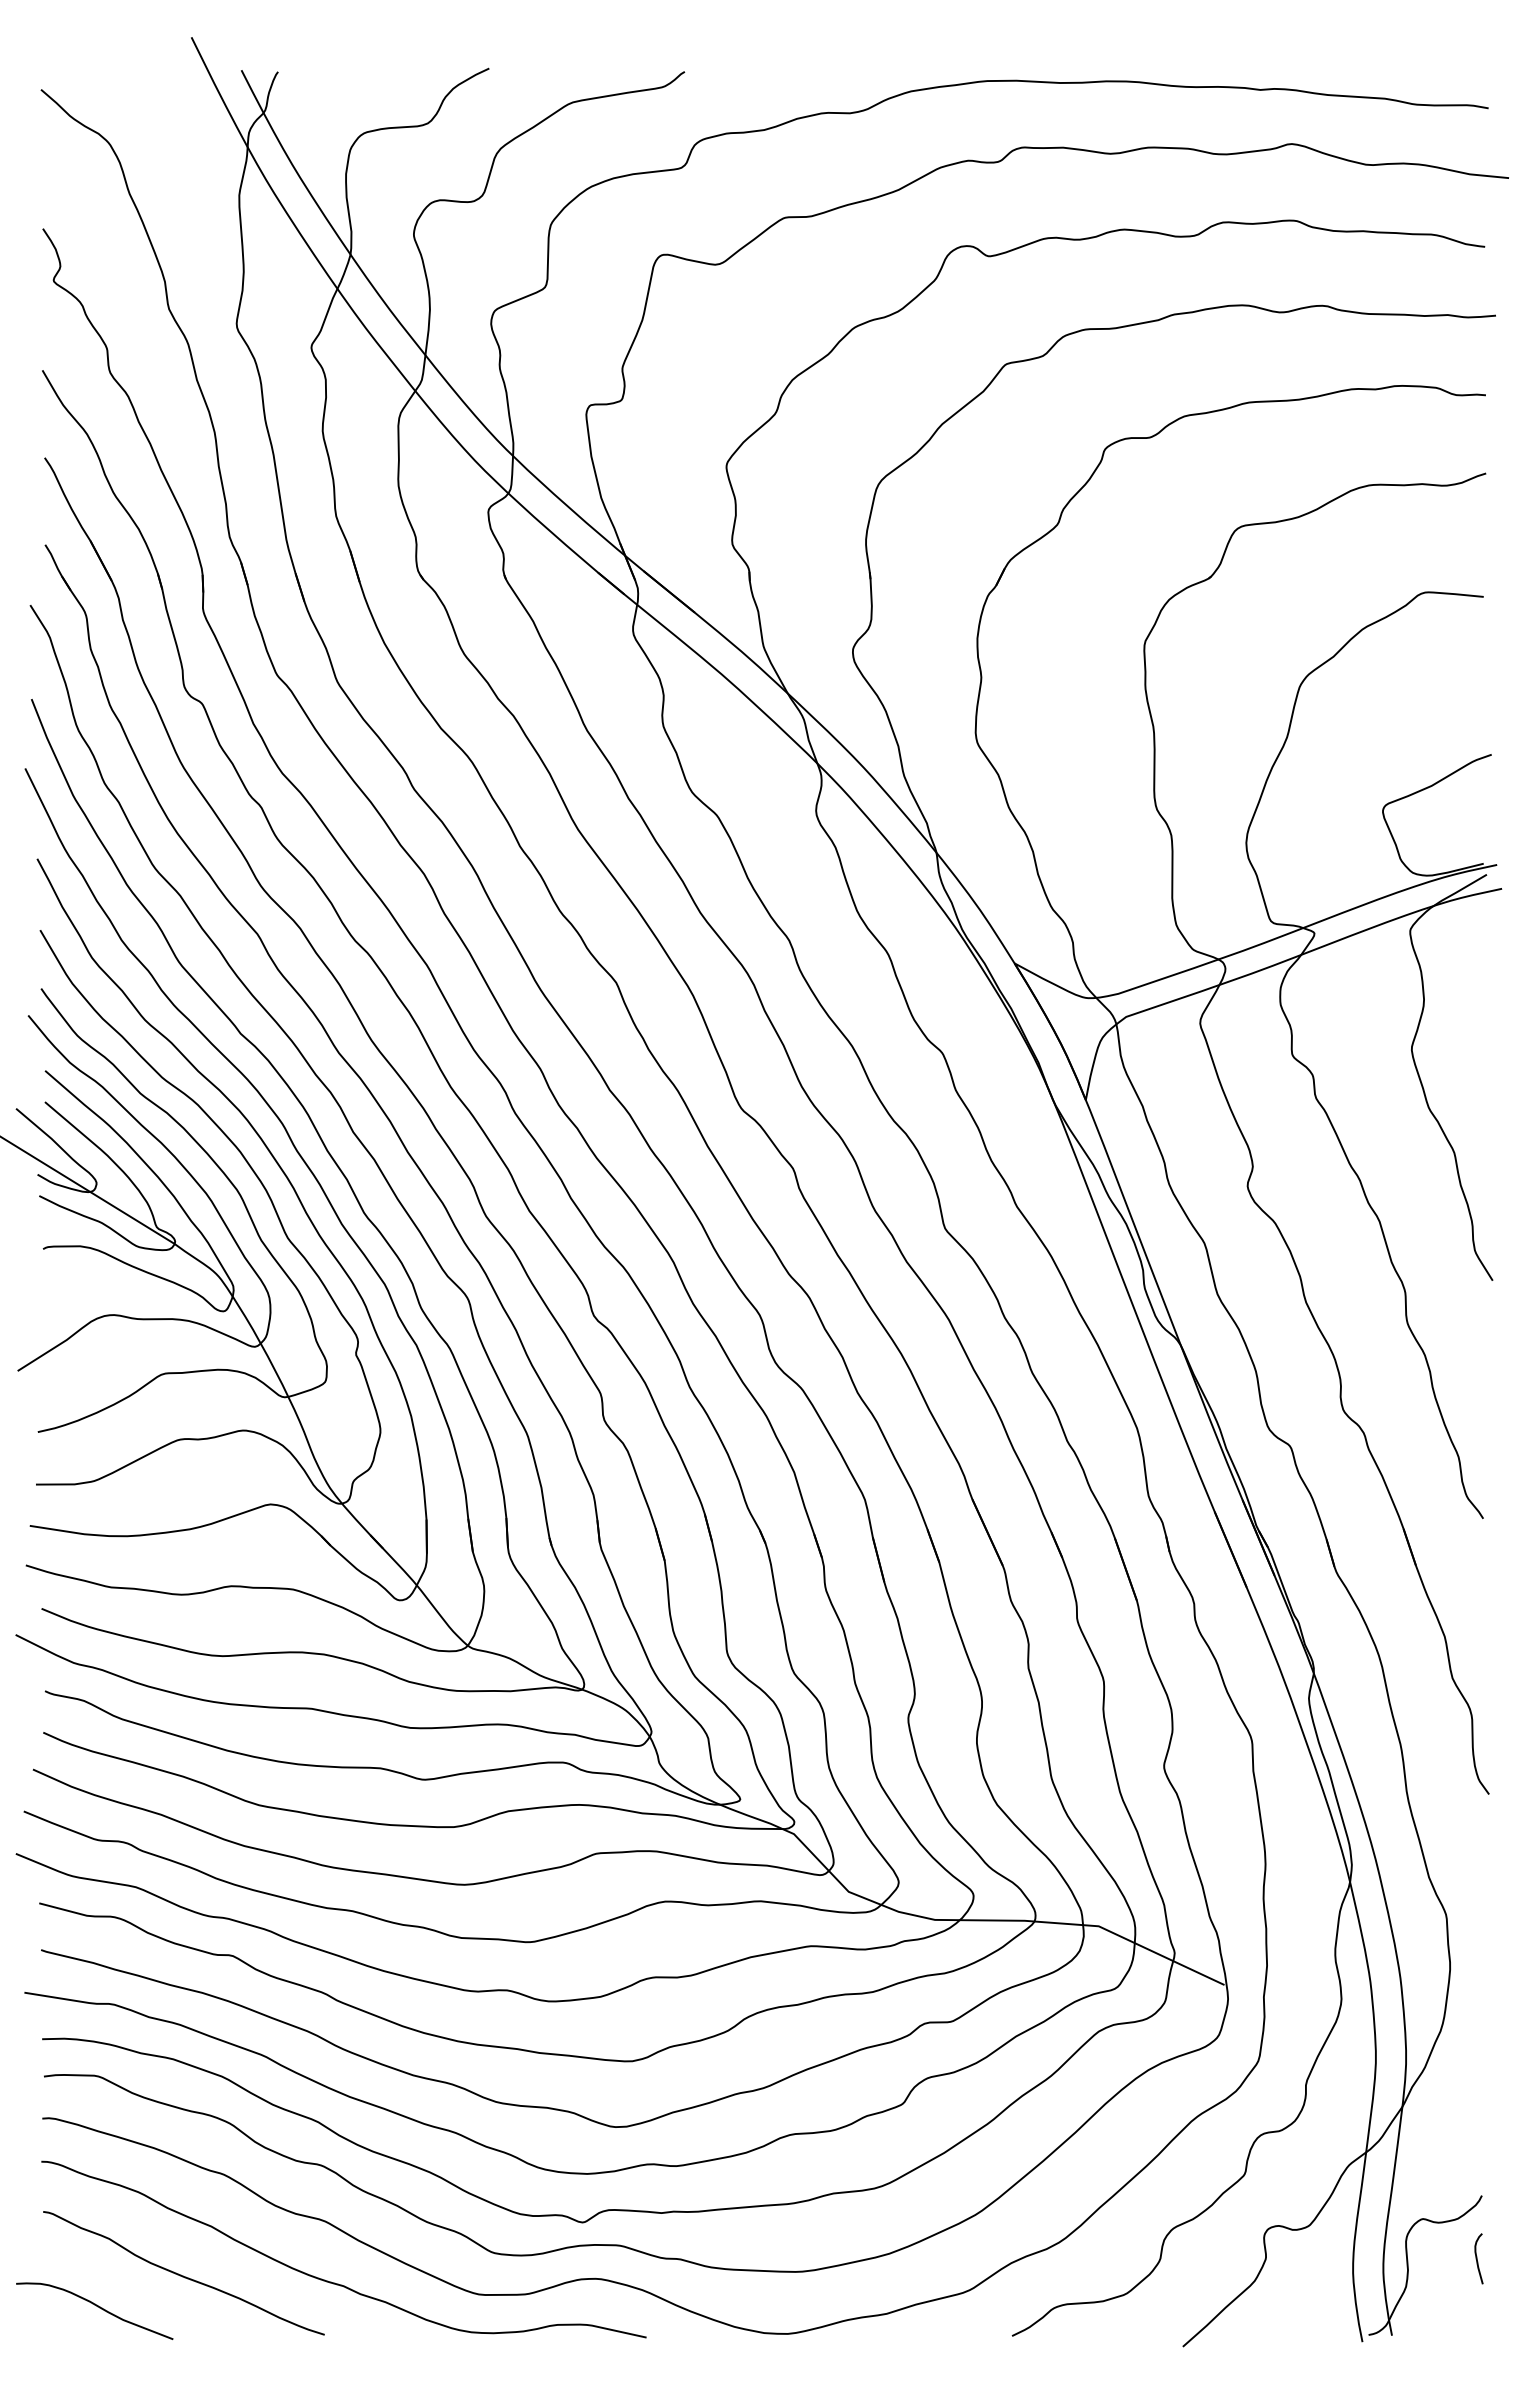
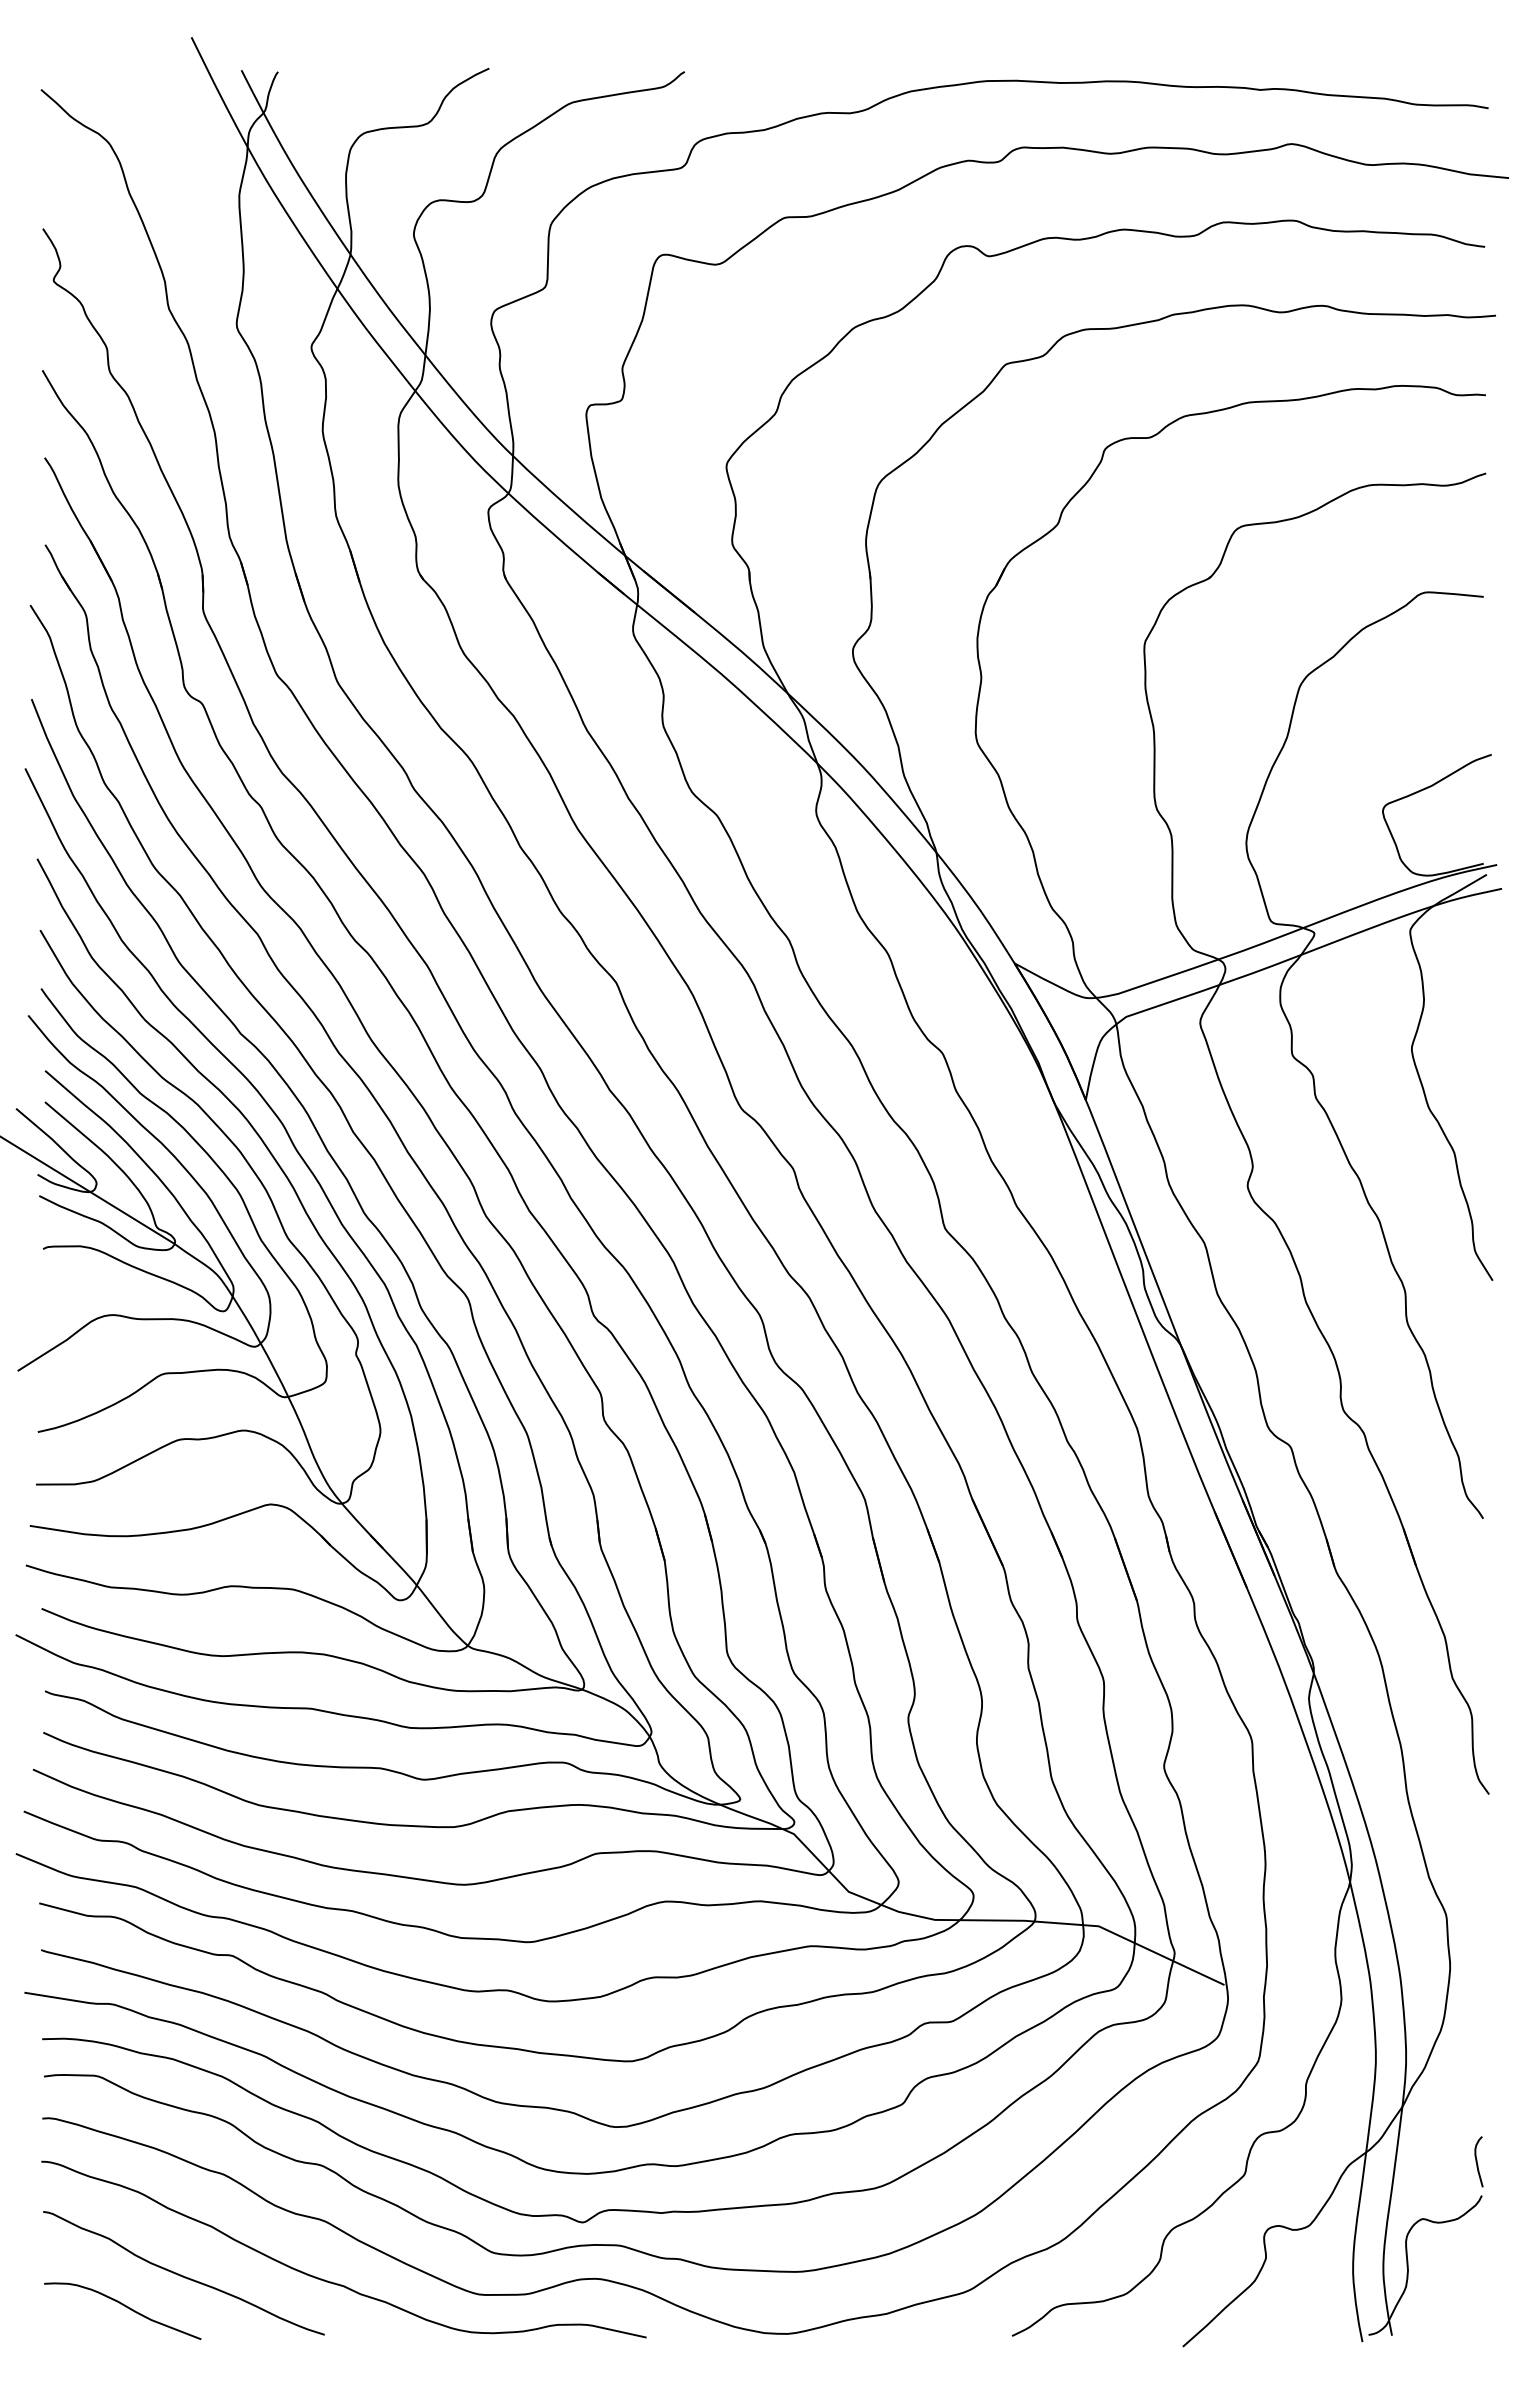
curve at (1477, 2258) position: (1477, 2258) -> (1477, 2161)
curve at (97, 2307) position: (97, 2307) -> (125, 2307)
